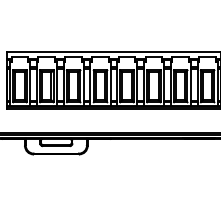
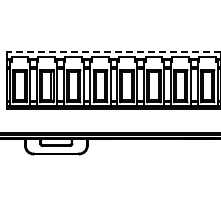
line at (113, 51): solid -> dashed
